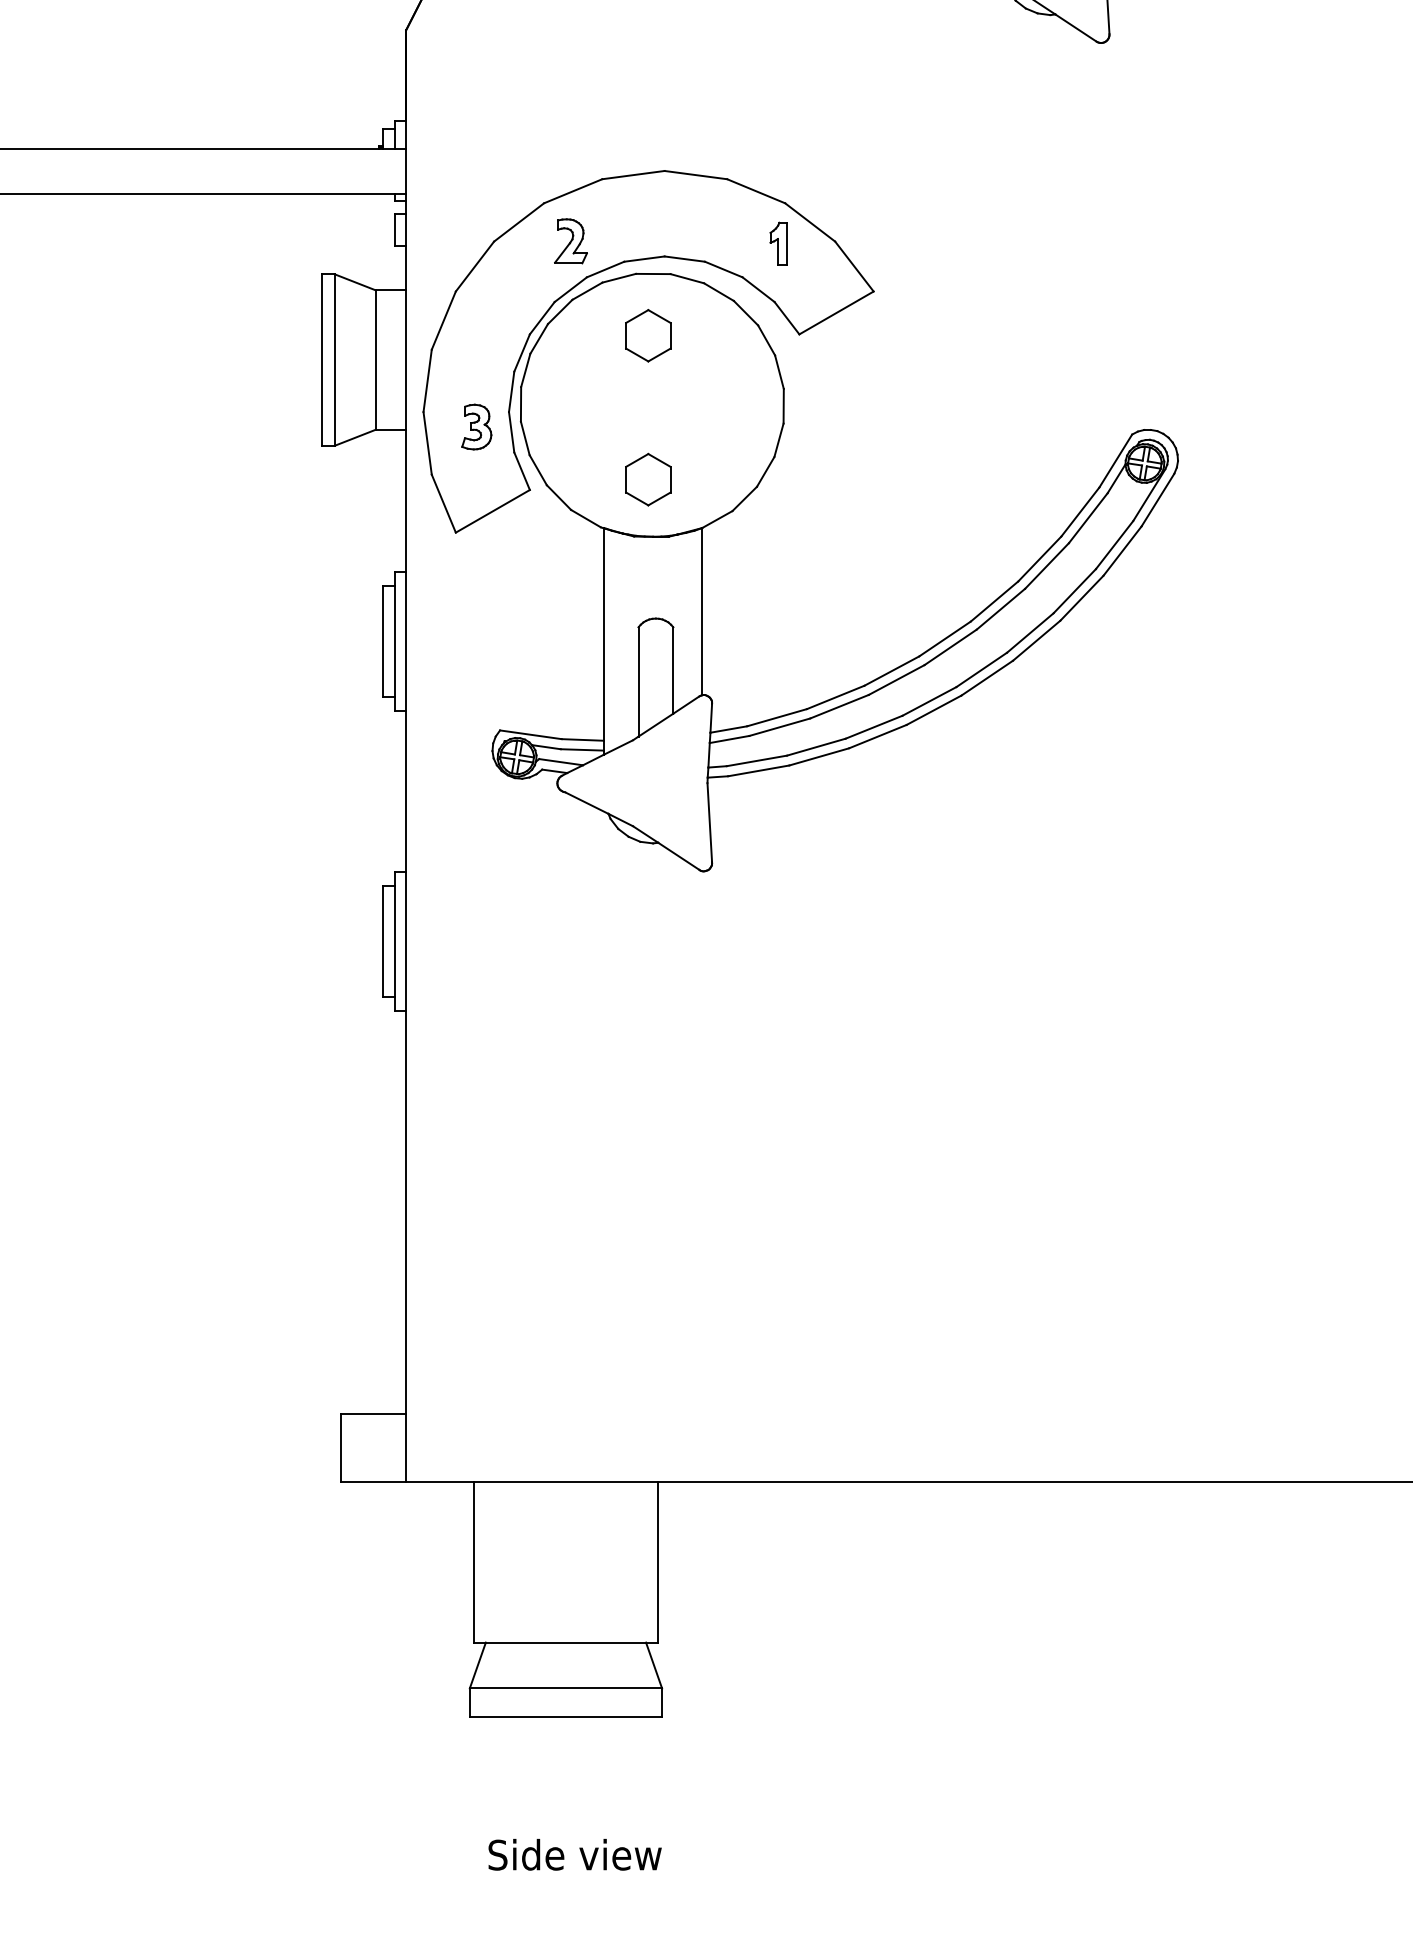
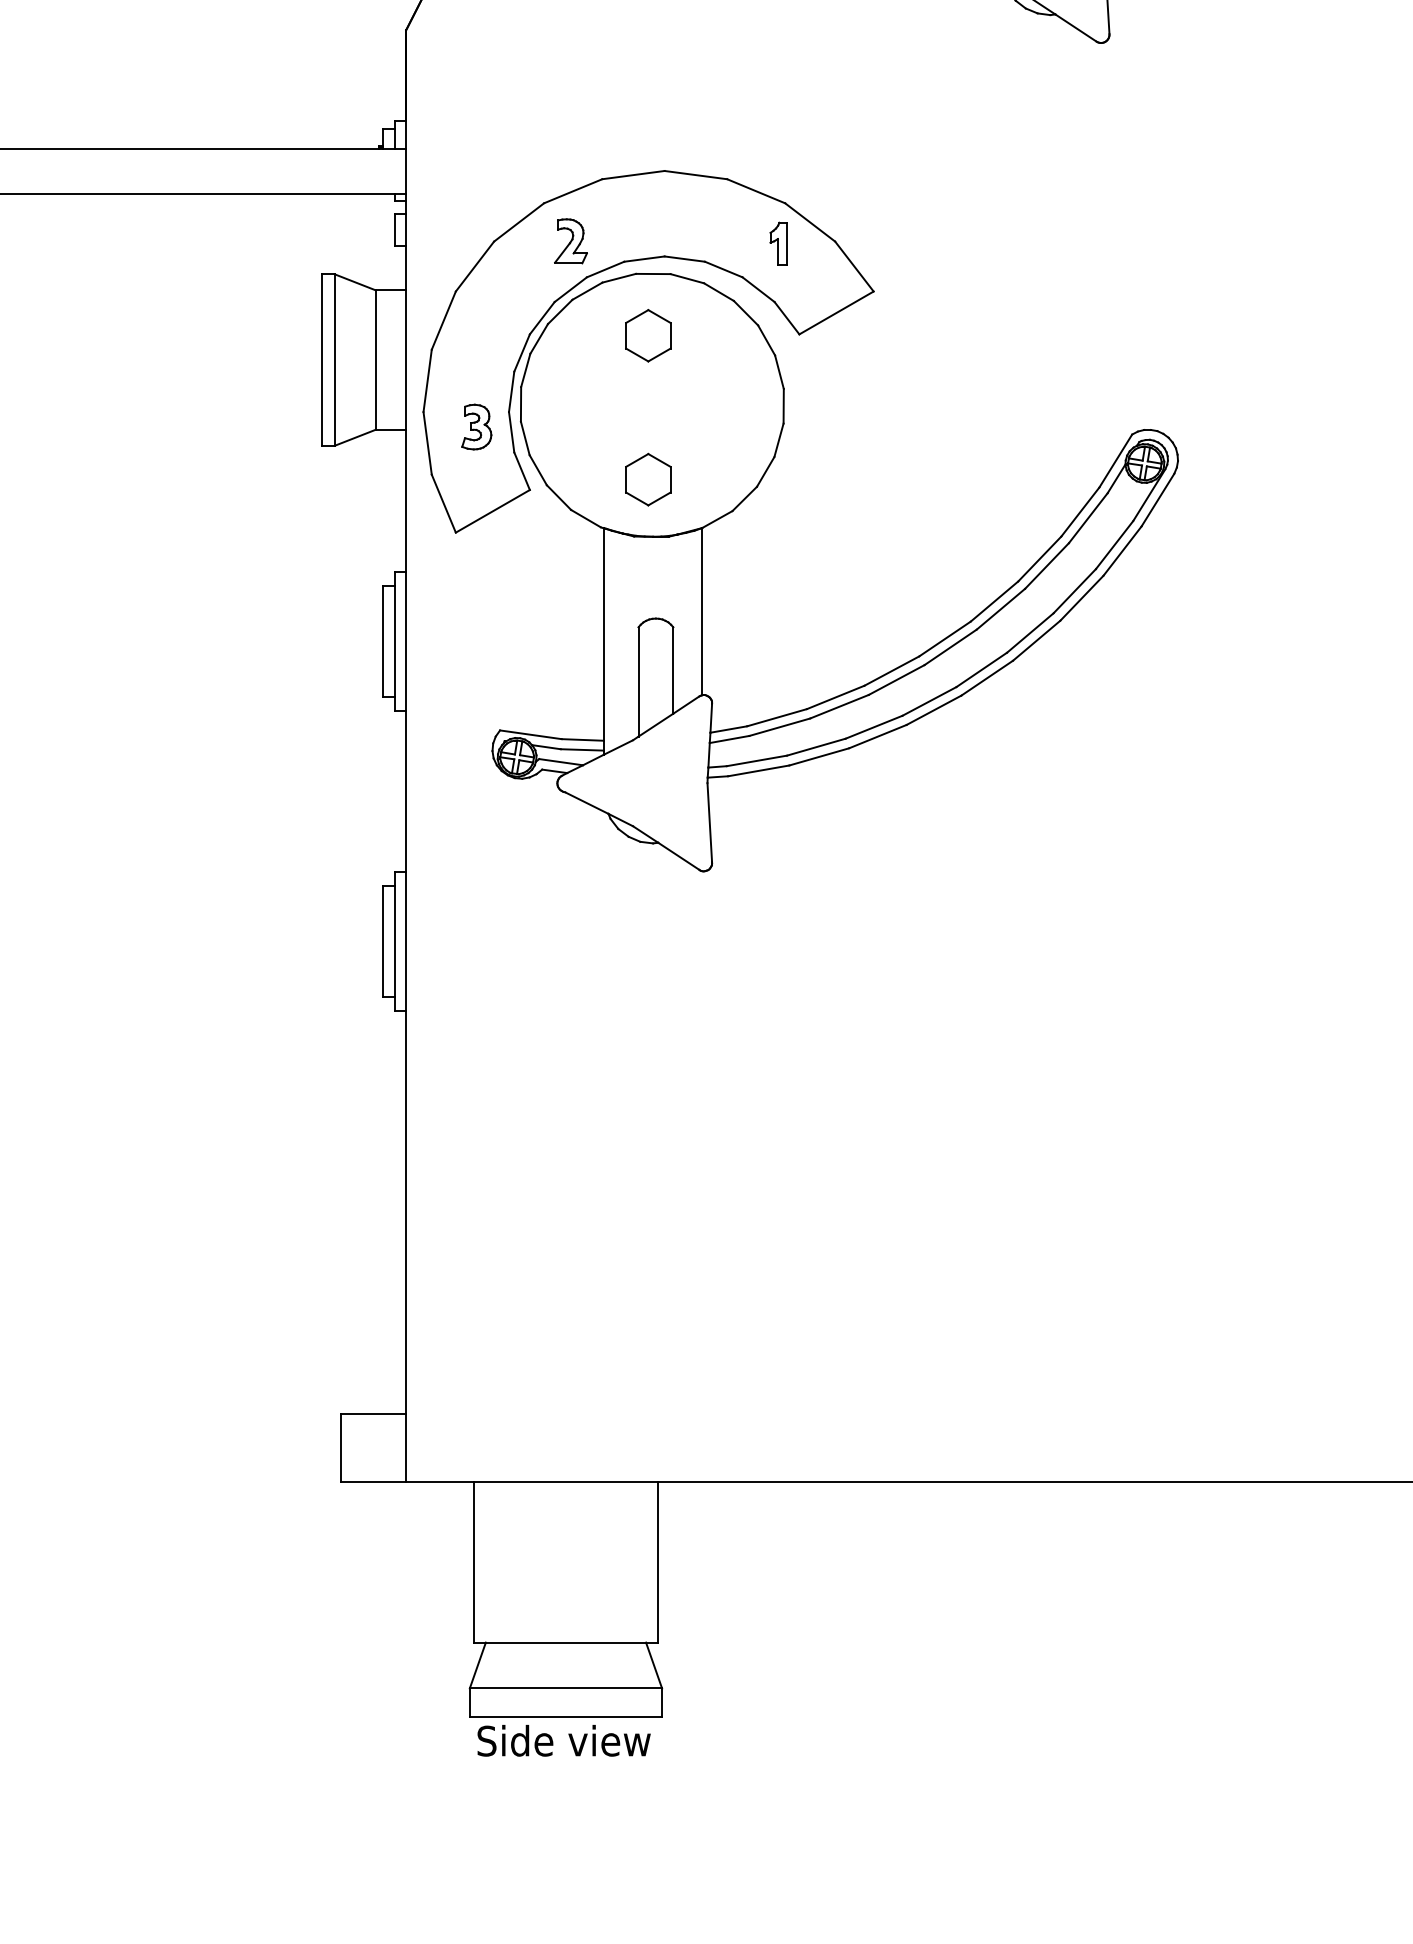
text at (574, 1854) position: (574, 1854) -> (563, 1740)
